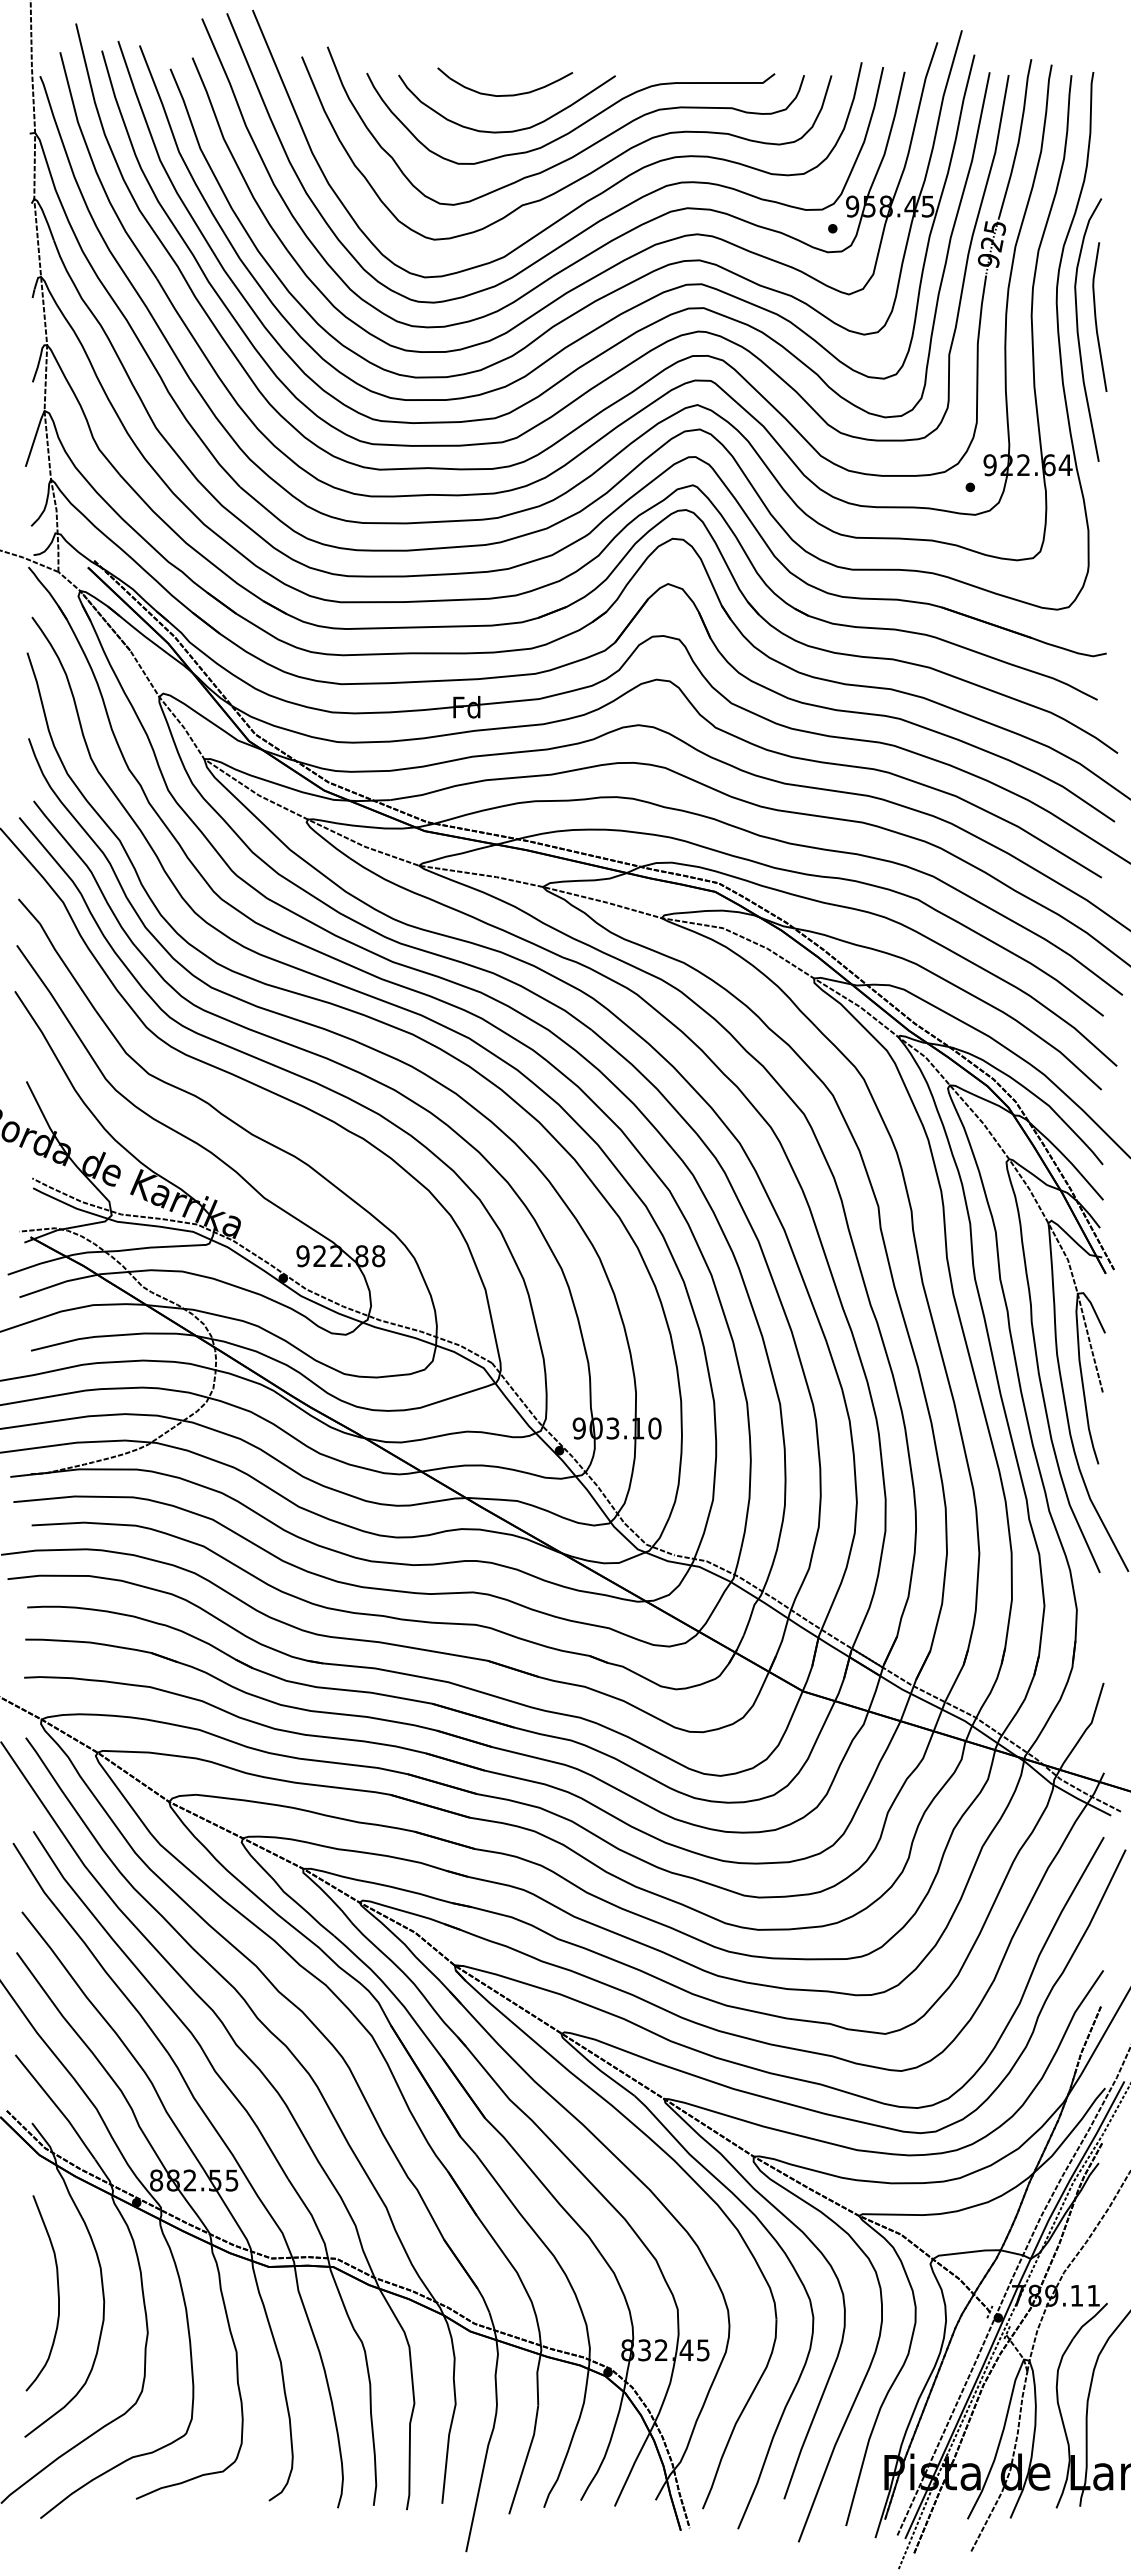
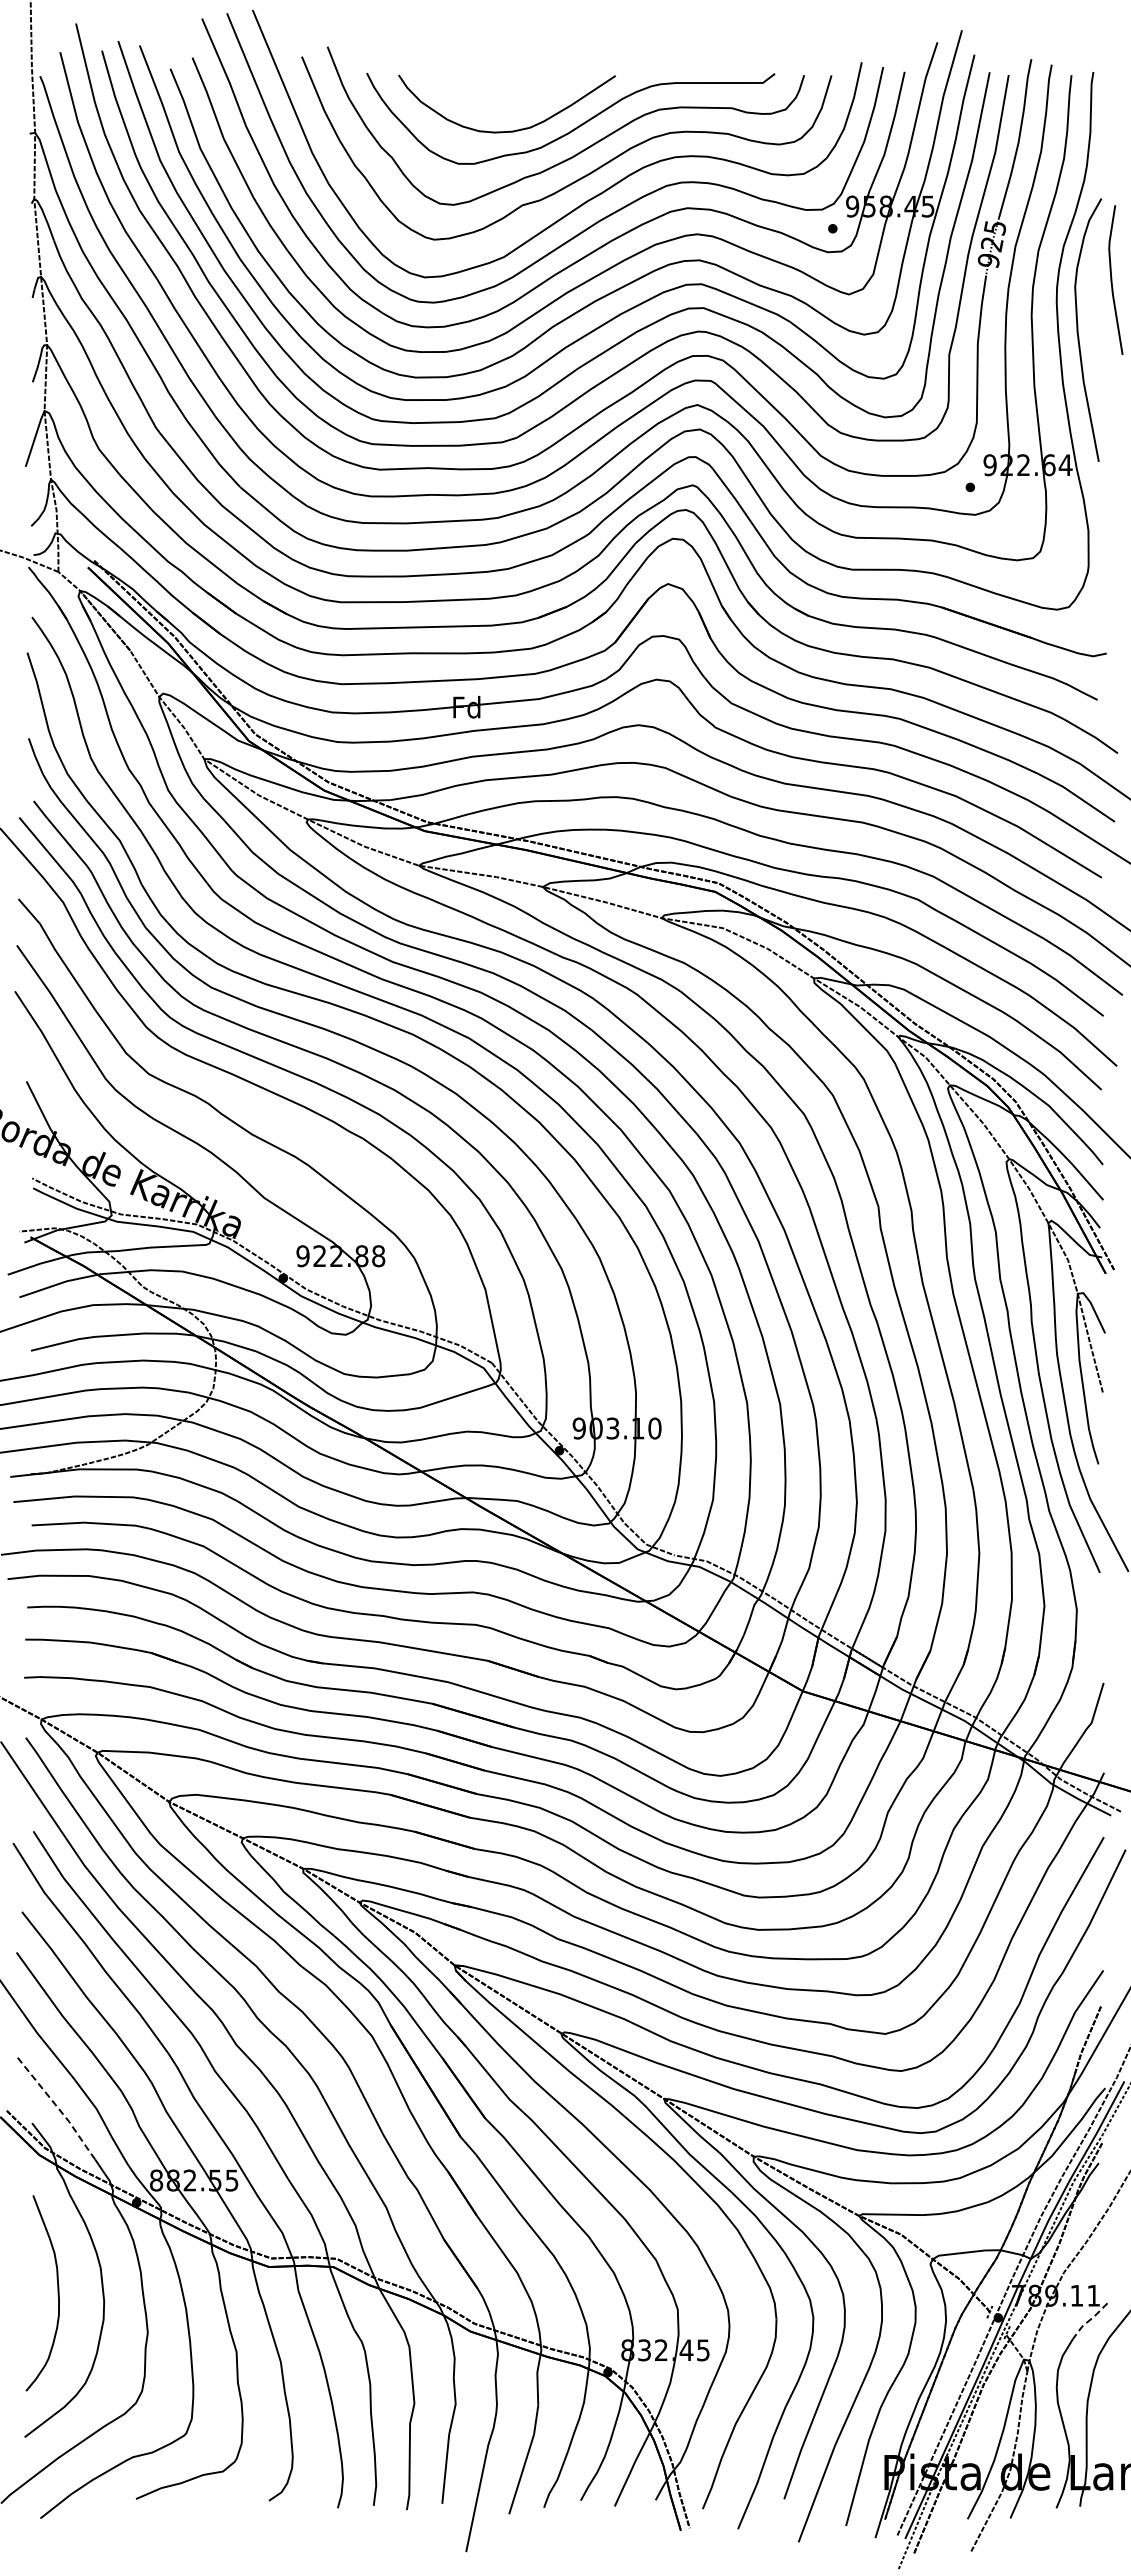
part at (505, 94): present -> none
curve at (1096, 316) position: (1096, 316) -> (1112, 279)
line at (57, 2106): solid -> dashed
line at (1089, 2320): solid -> dashed
